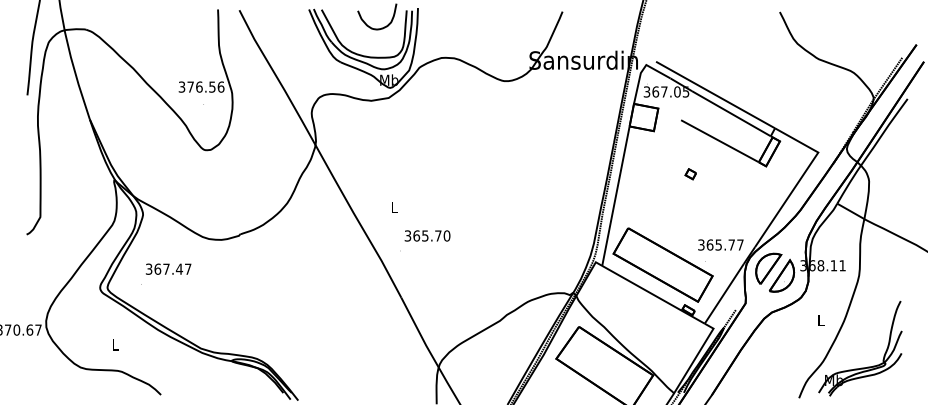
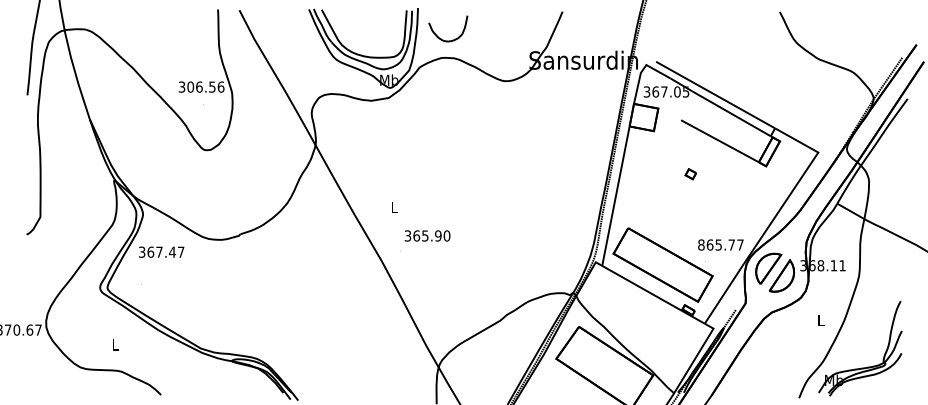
curve at (381, 27) position: (381, 27) -> (452, 39)
text at (190, 86): 376.56 -> 306.56
text at (438, 235): 365.70 -> 365.90
text at (701, 244): 365.77 -> 865.77
text at (168, 268) position: (168, 268) -> (161, 251)
